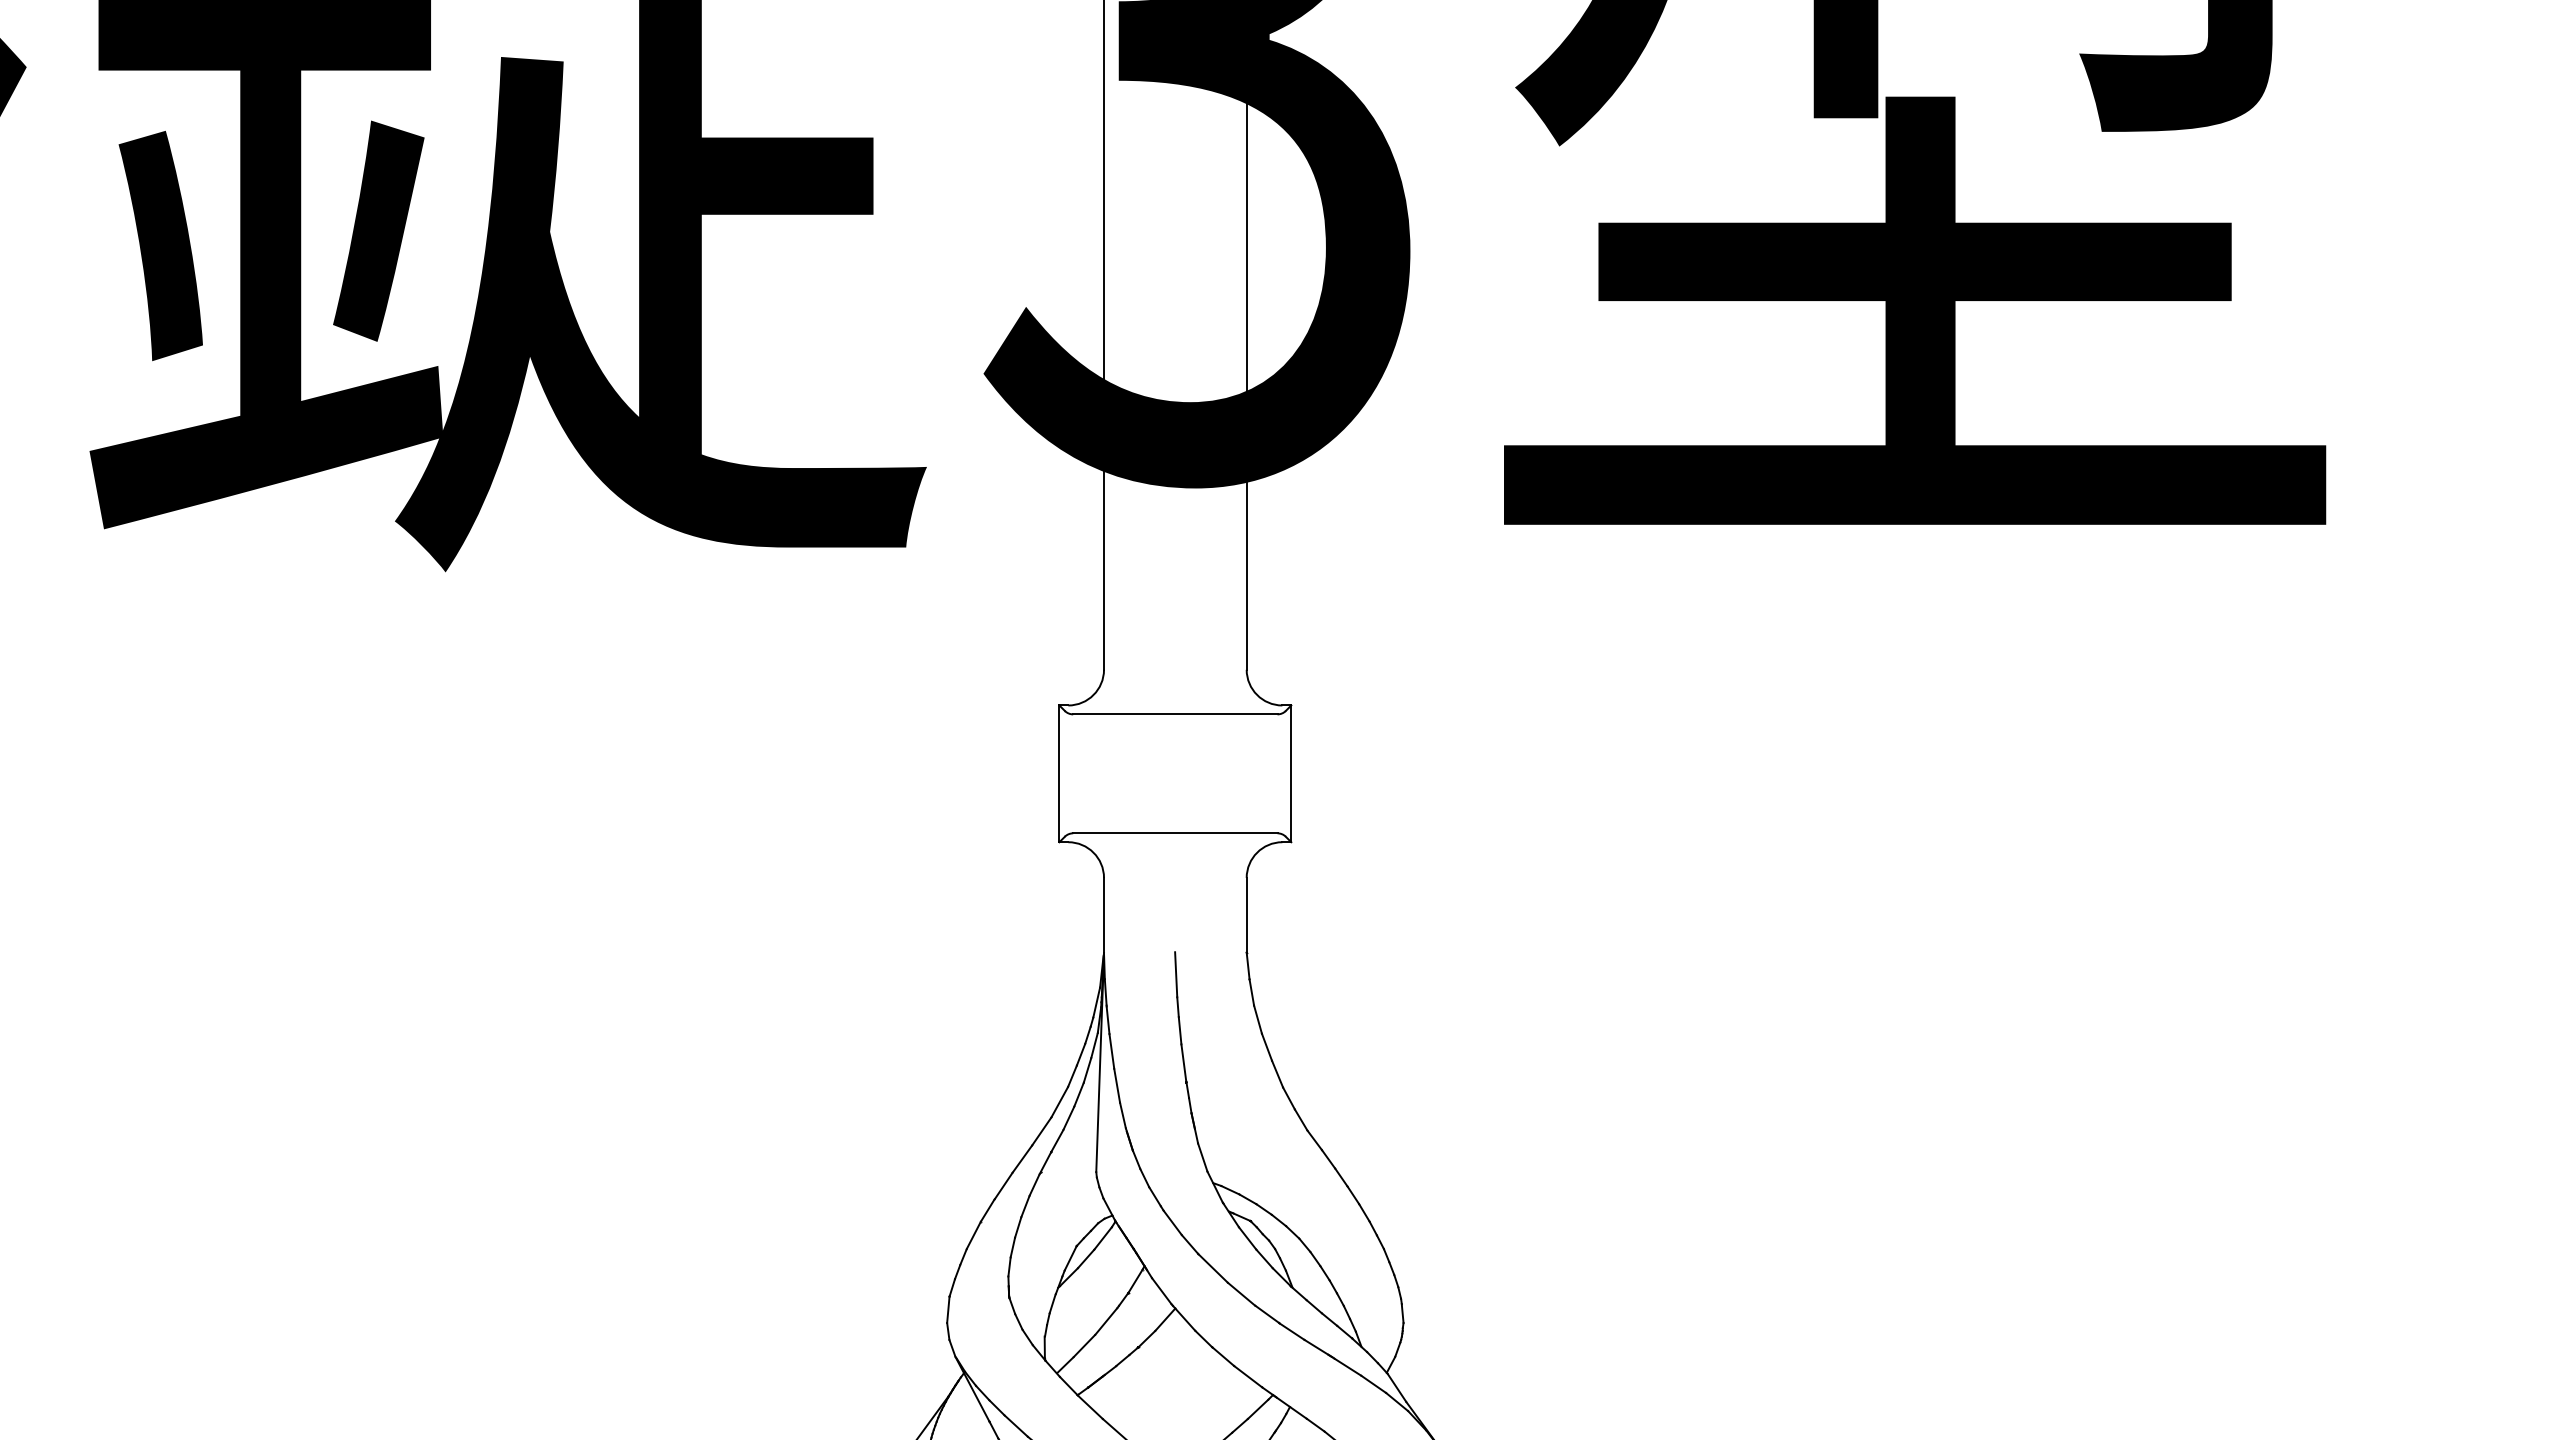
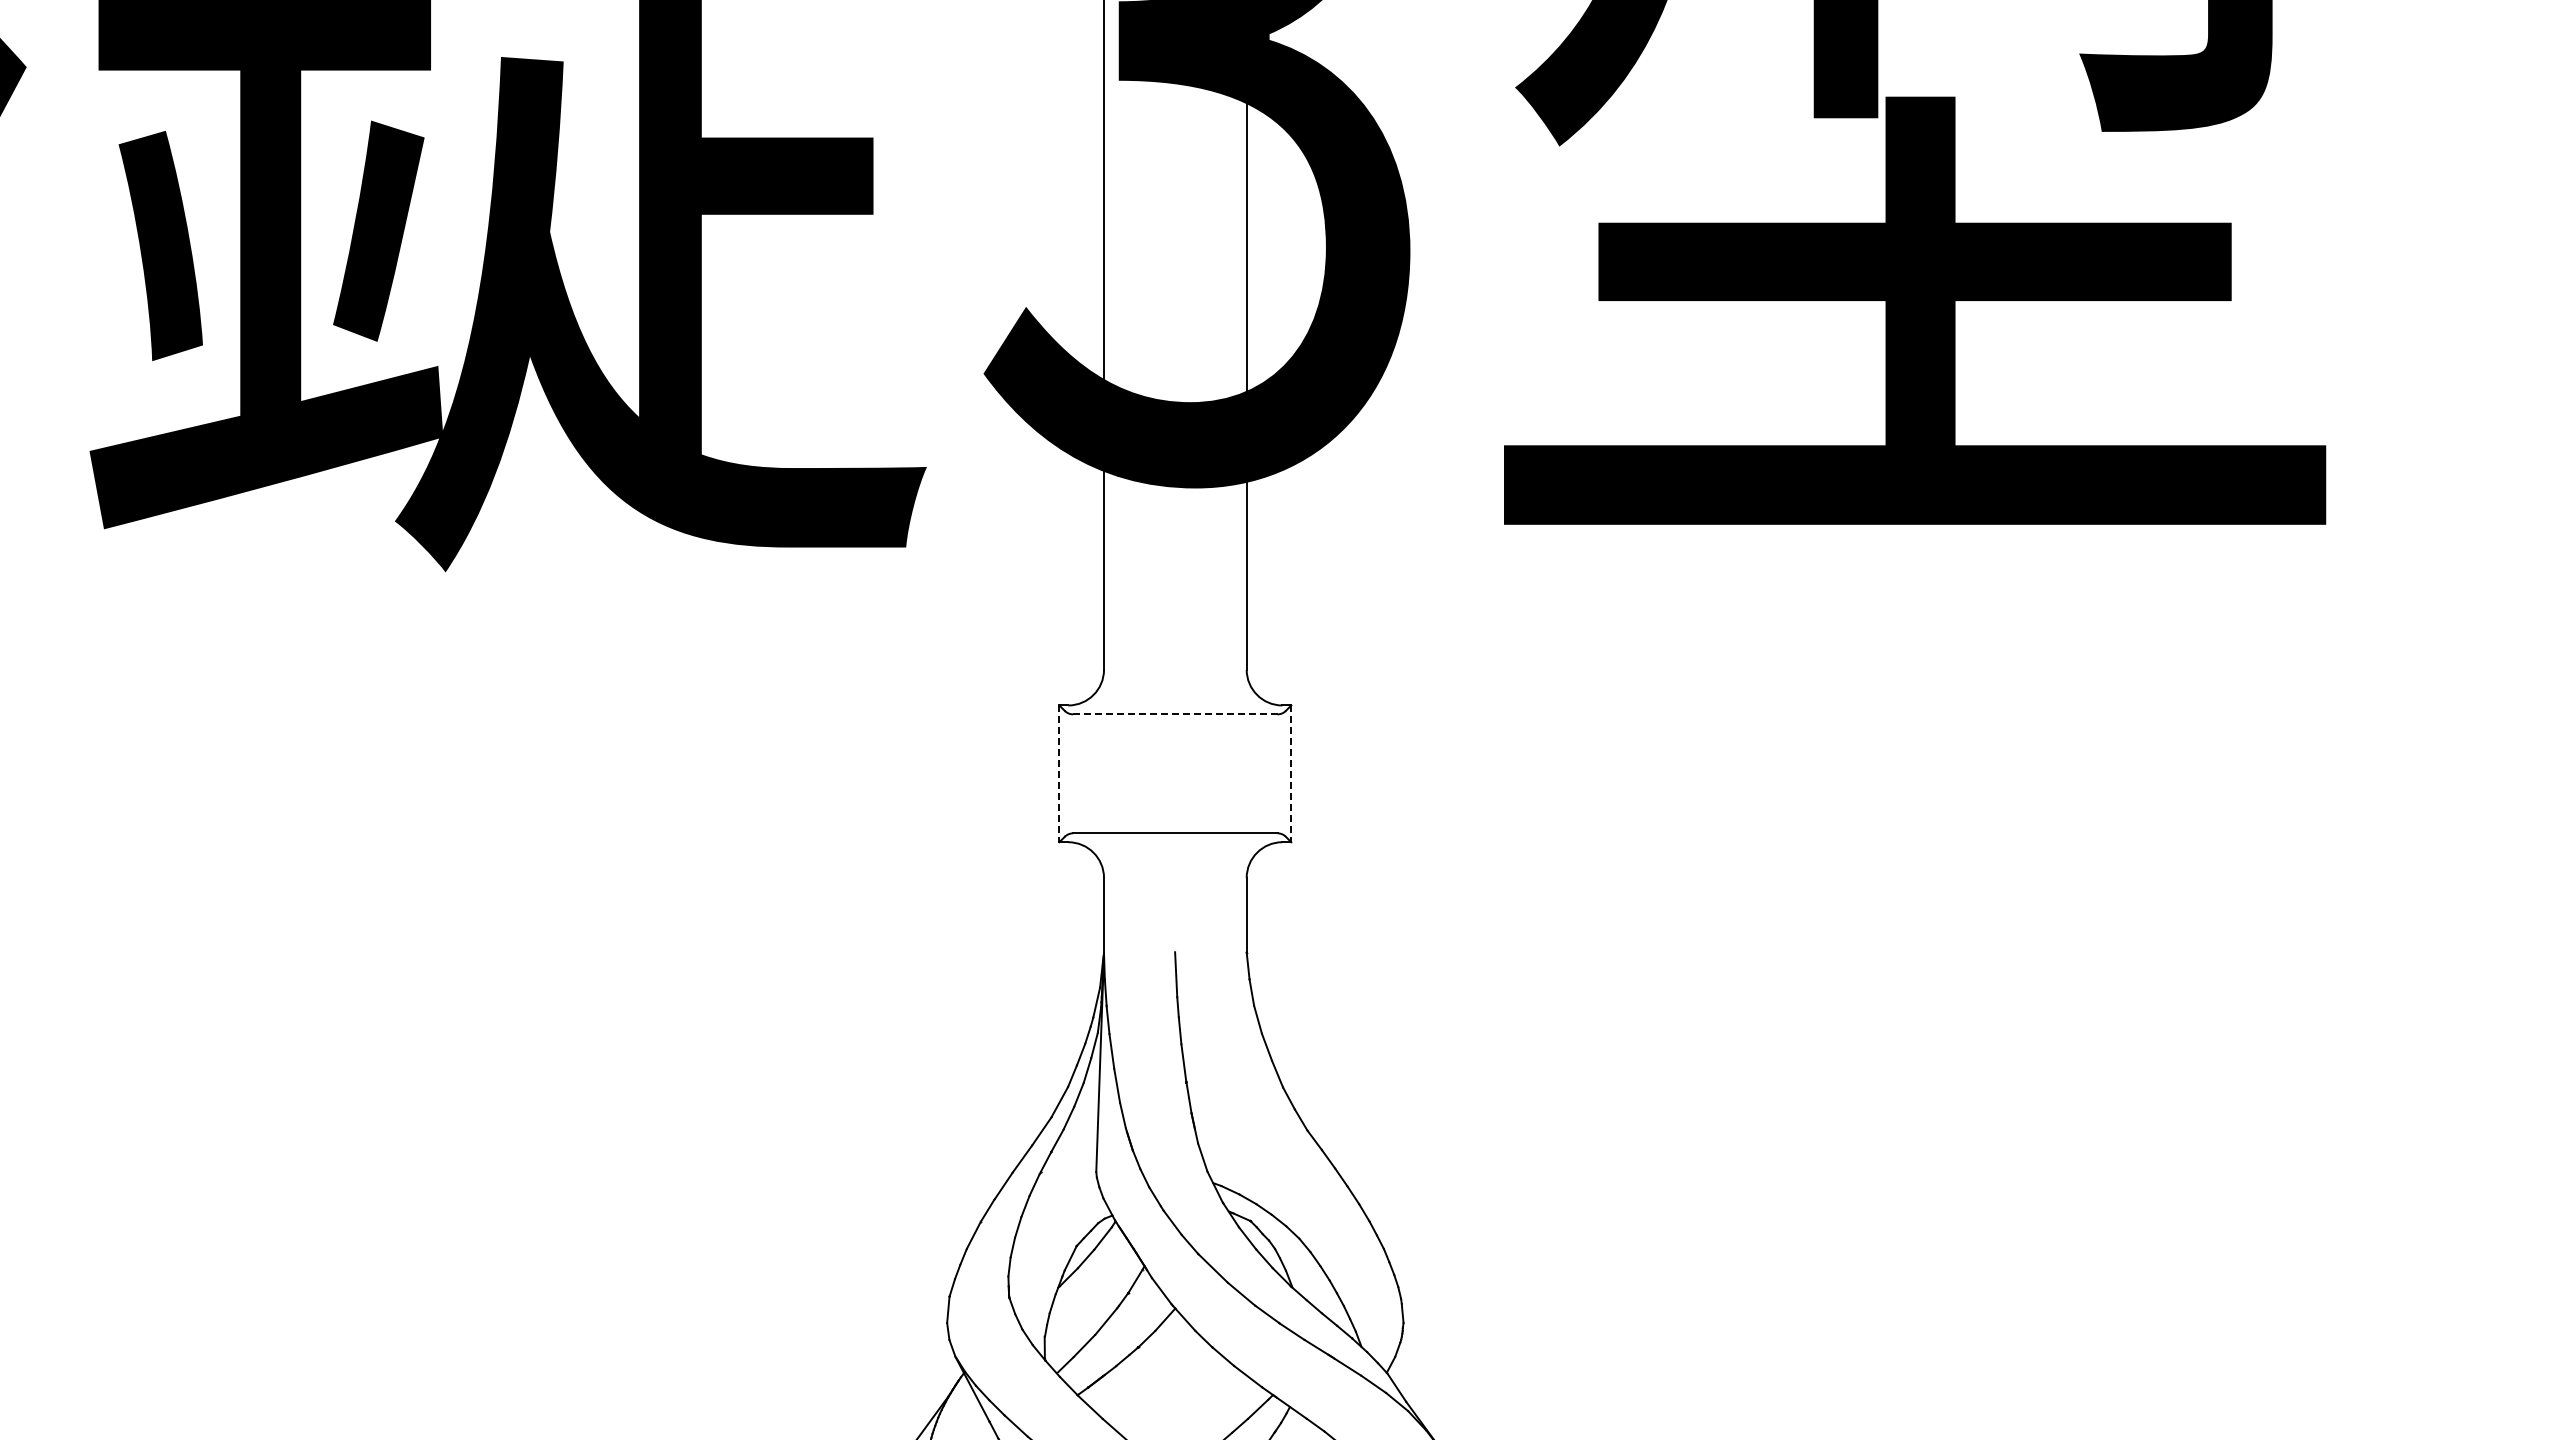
line at (1174, 714): solid -> dashed
line at (1059, 774): solid -> dashed
line at (1291, 774): solid -> dashed
